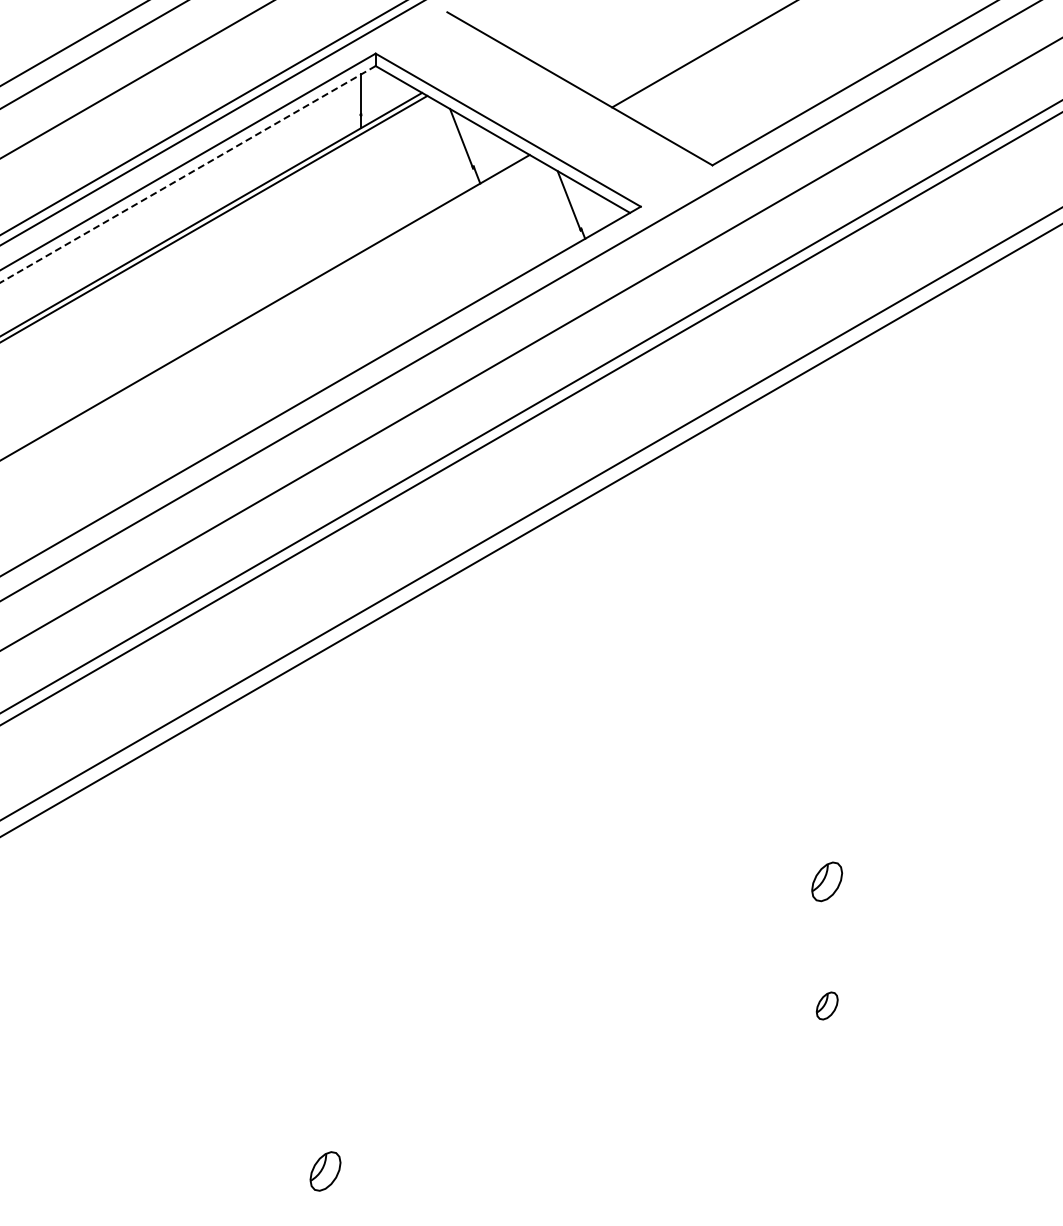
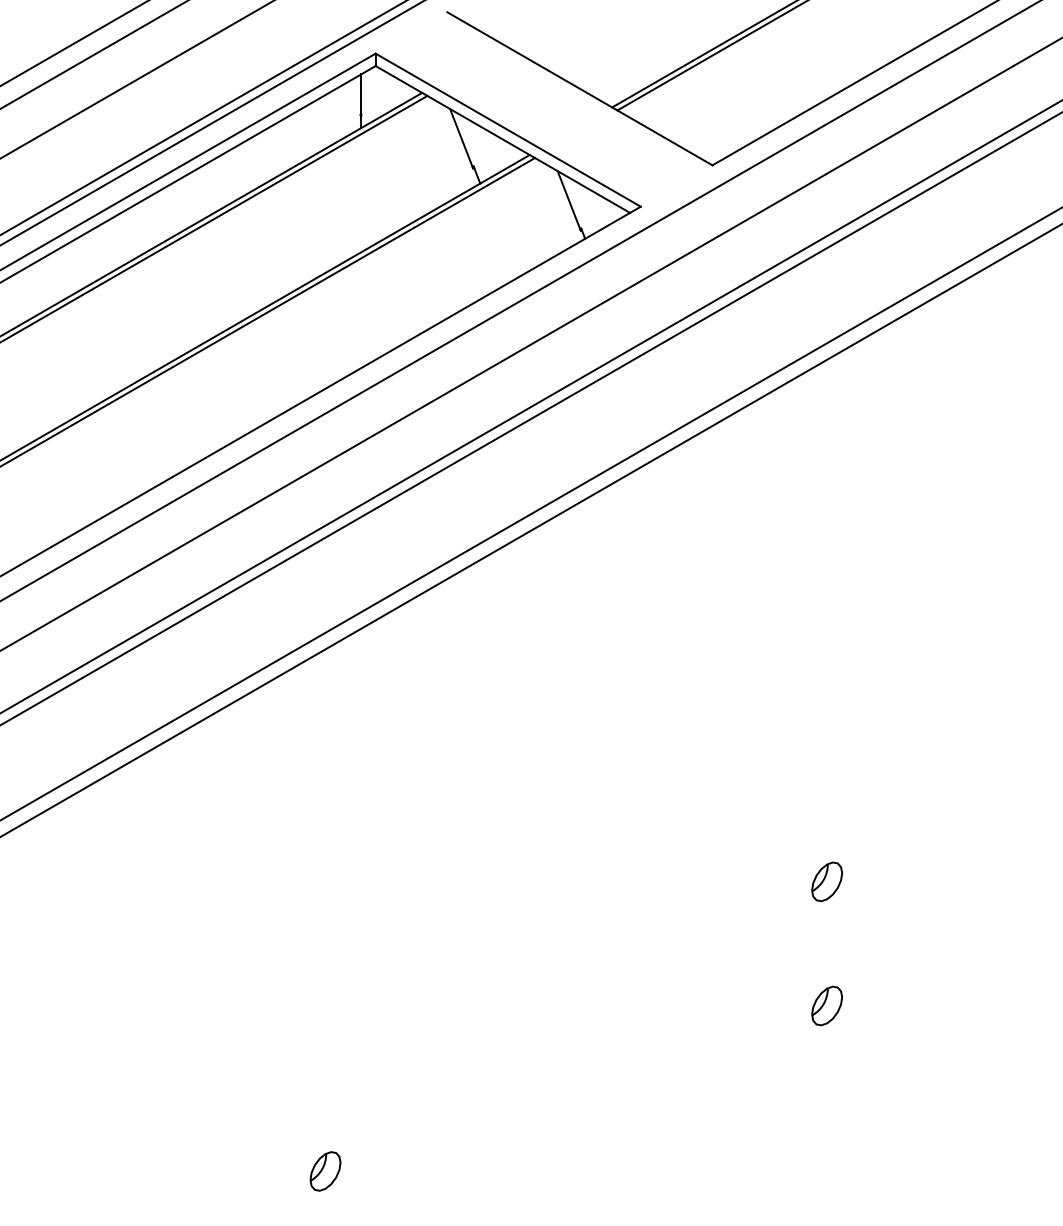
line at (710, 56): none -> present
line at (187, 174): dashed -> solid
line at (268, 311): none -> present
part at (826, 1005) size: 24x30 px -> 33x42 px
